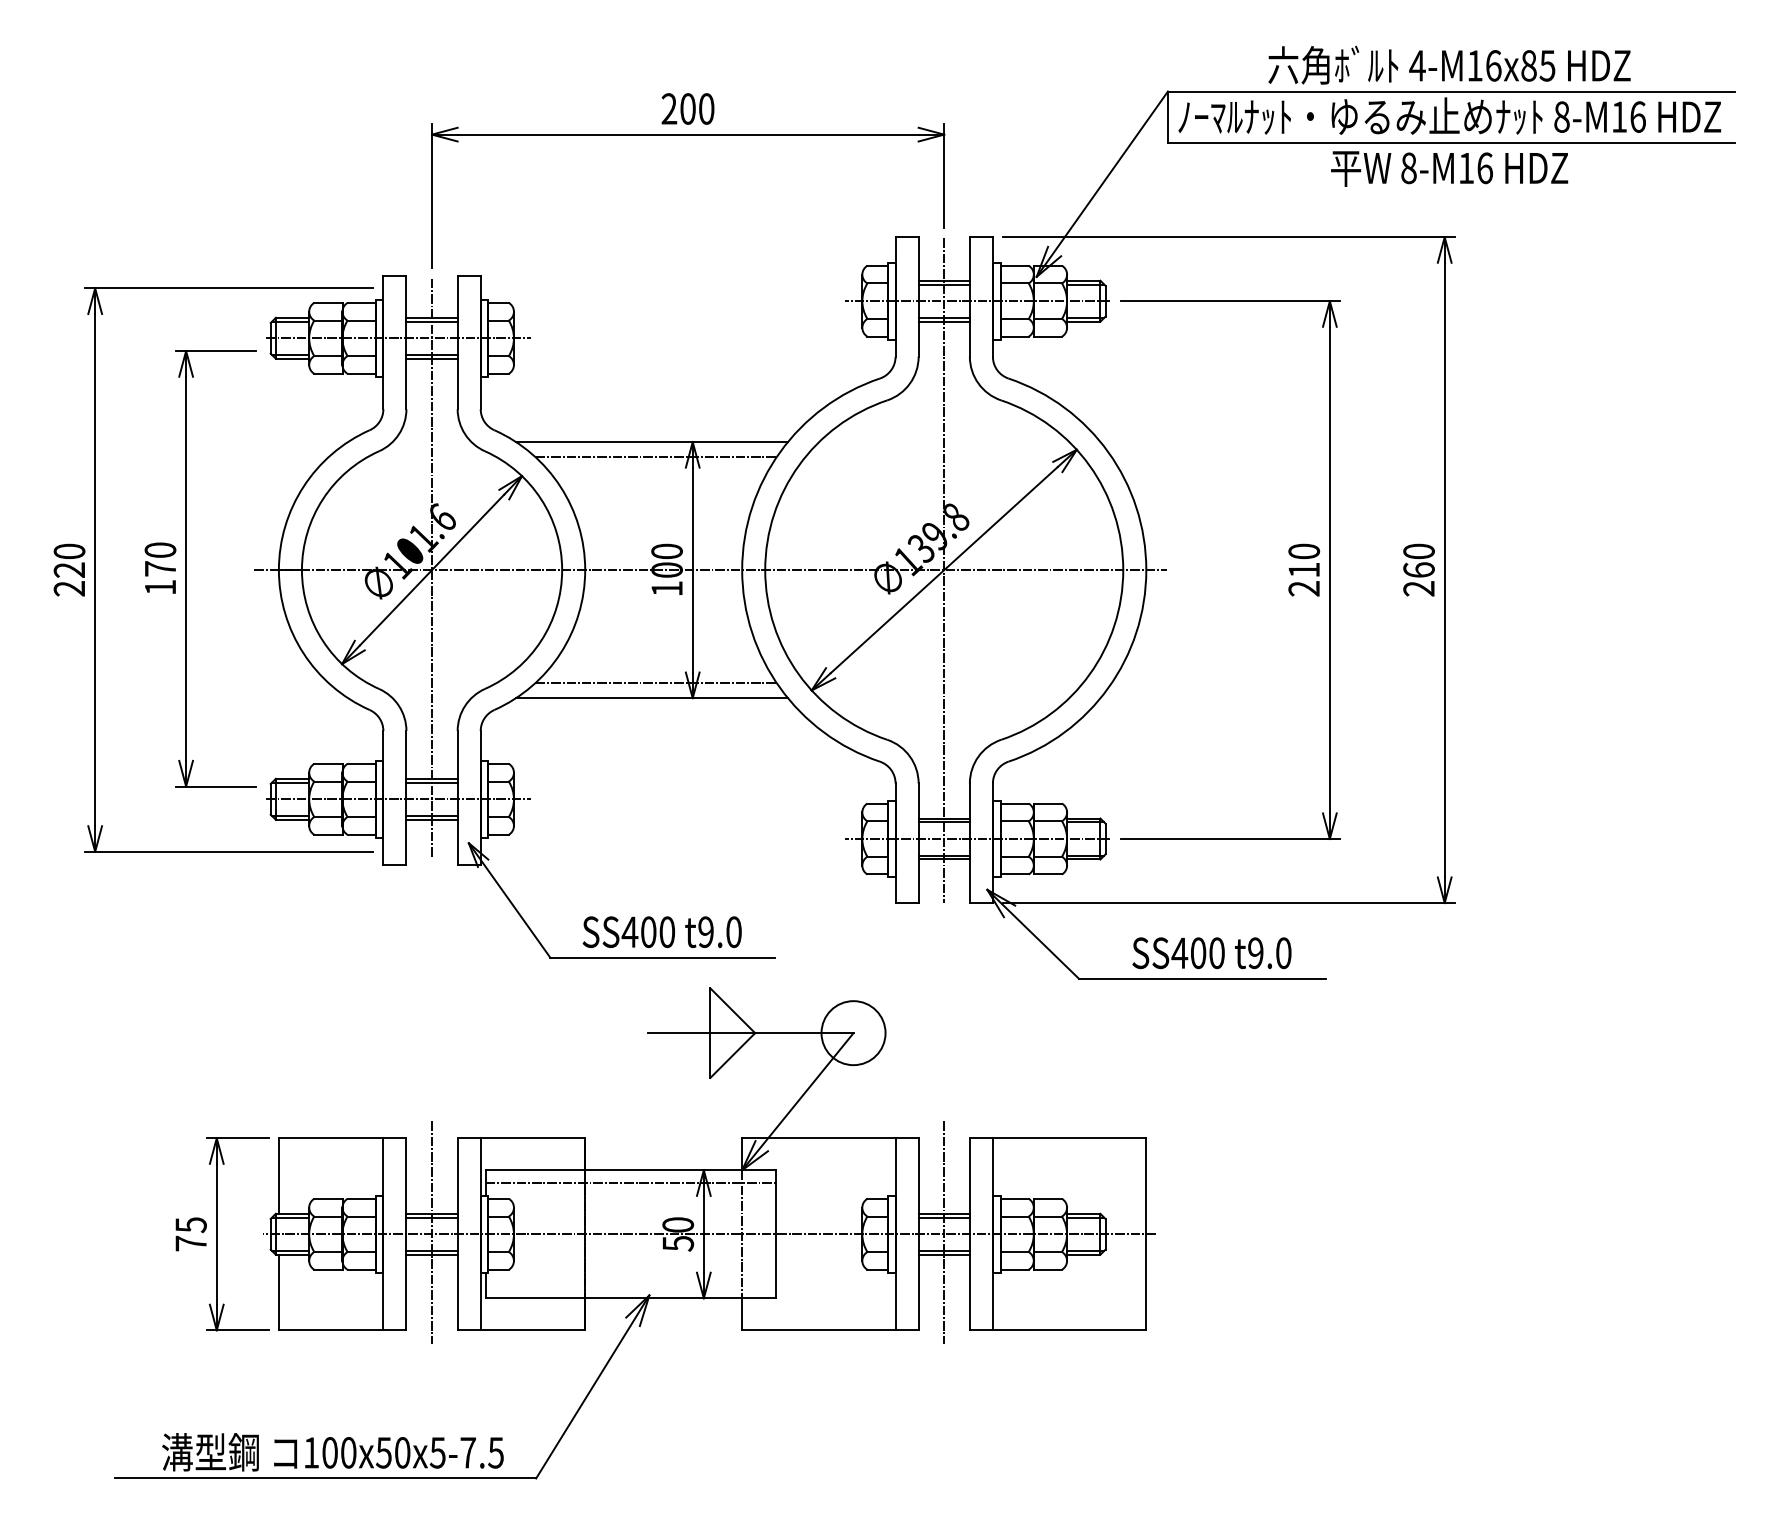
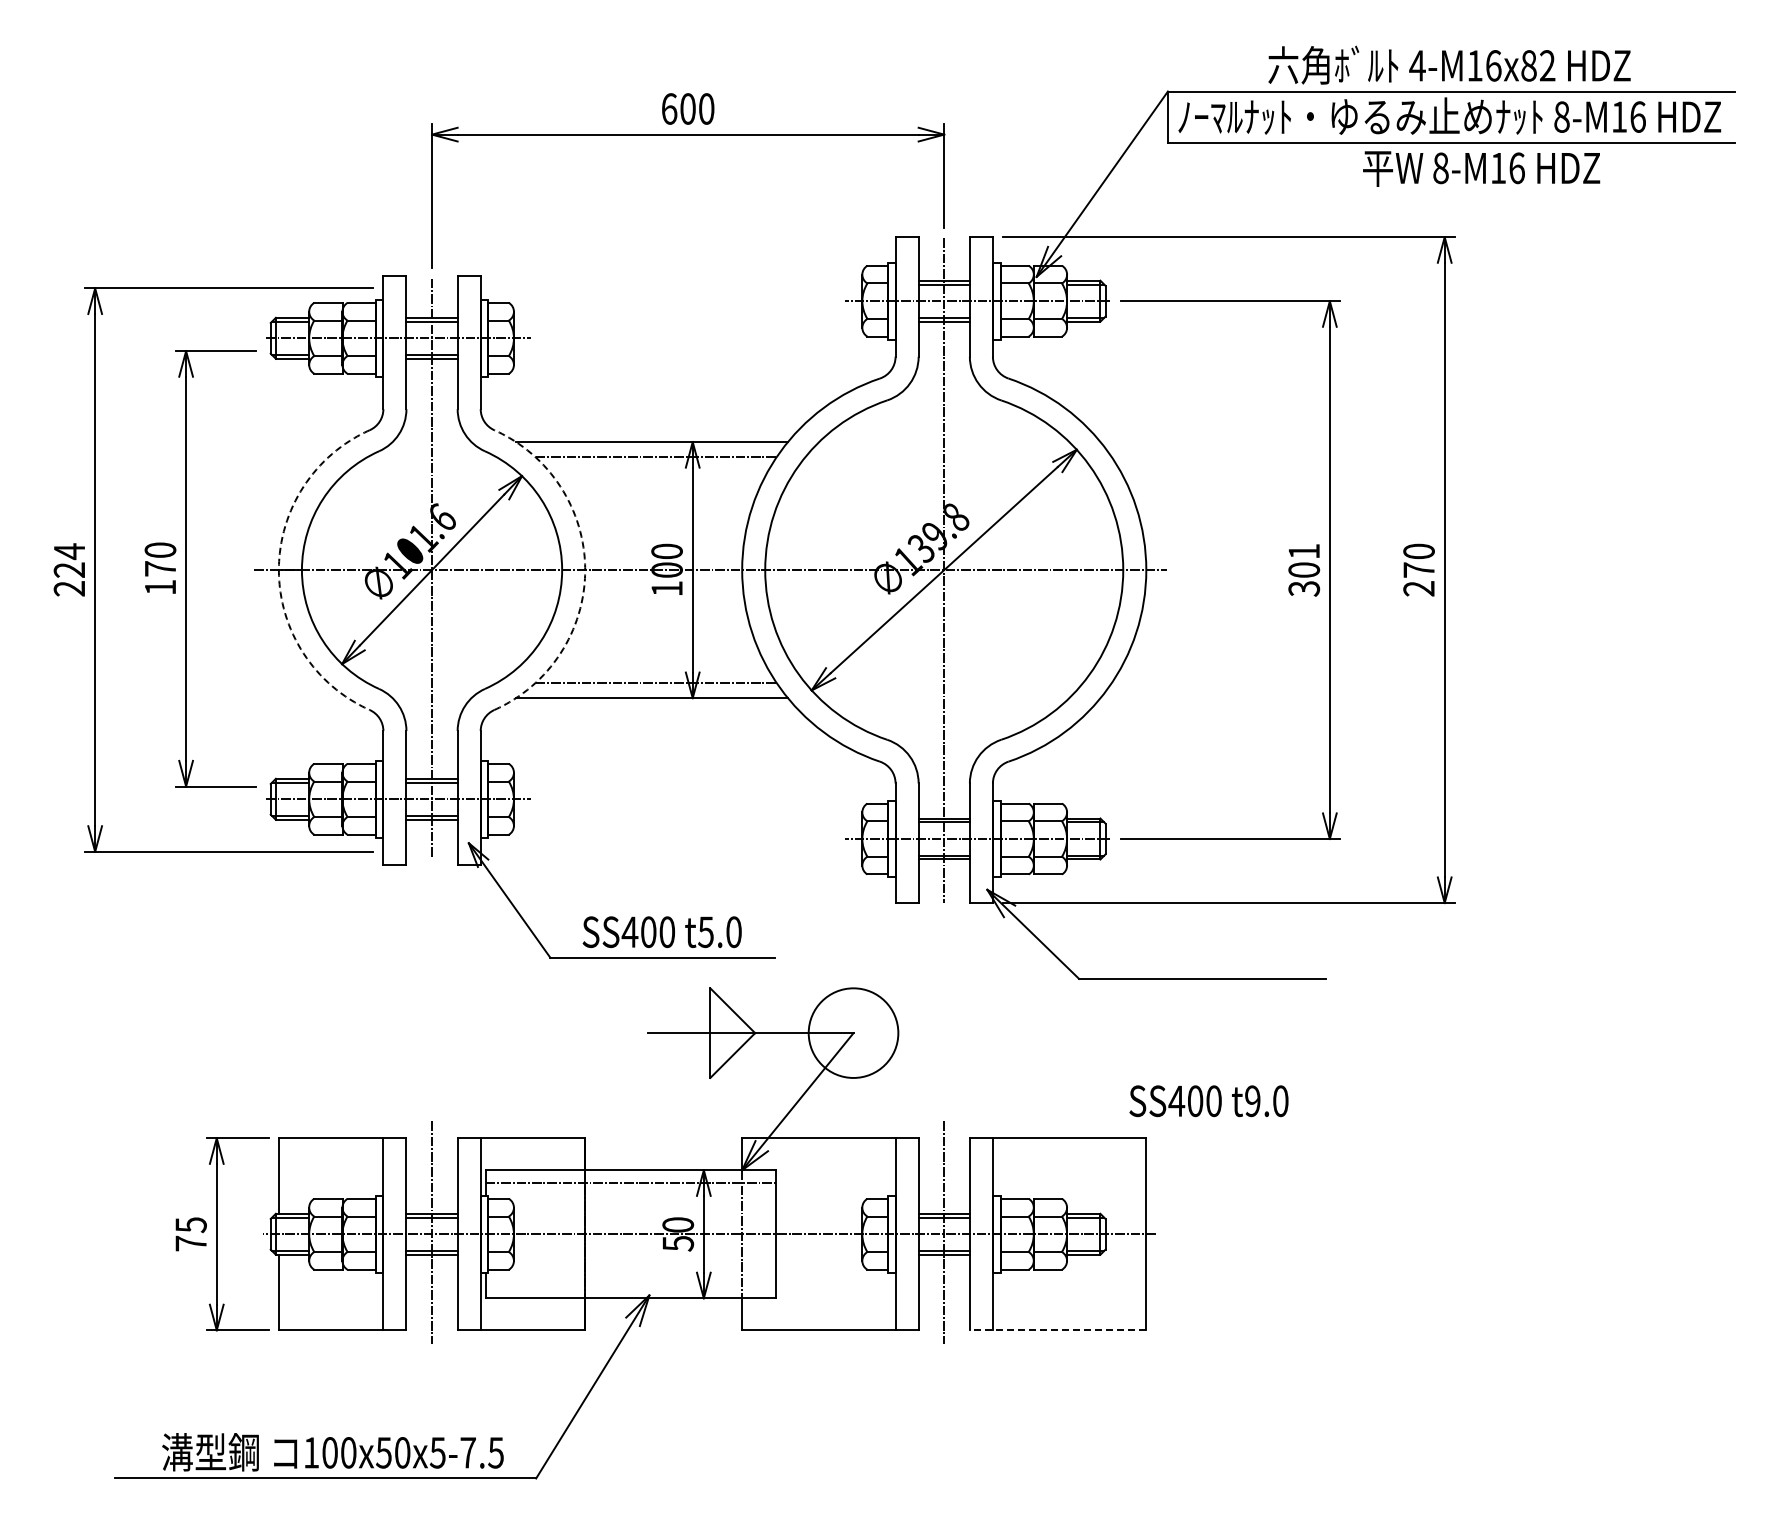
text at (1547, 65): 4-M16x85 -> 4-M16x82
text at (669, 108): 200 -> 600
text at (1449, 168) position: (1449, 168) -> (1481, 168)
text at (69, 551): 220 -> 224
text at (1304, 569): 210 -> 301
text at (1418, 569): 260 -> 270
arc at (278, 570): solid -> dashed
arc at (585, 570): solid -> dashed
text at (705, 931): t9.0 -> t5.0
text at (1211, 953) position: (1211, 953) -> (1208, 1101)
circle at (853, 1033) diameter: 64 px -> 90 px
line at (1057, 1330): solid -> dashed
